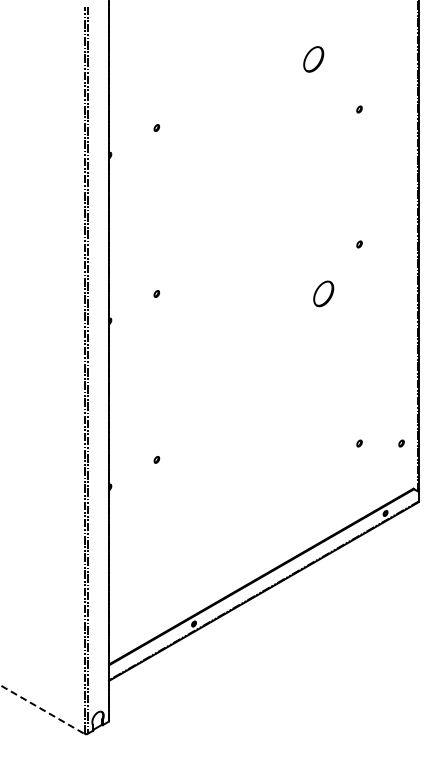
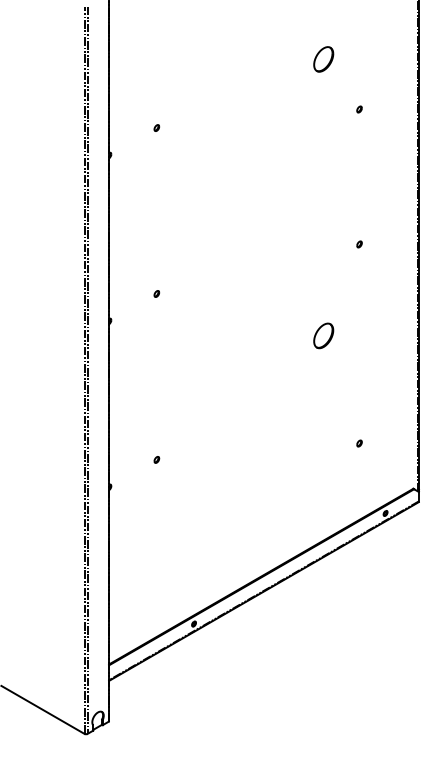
part at (313, 59) position: (313, 59) -> (323, 59)
part at (323, 293) position: (323, 293) -> (323, 335)
part at (401, 443): present -> none
line at (42, 709): dashed -> solid
